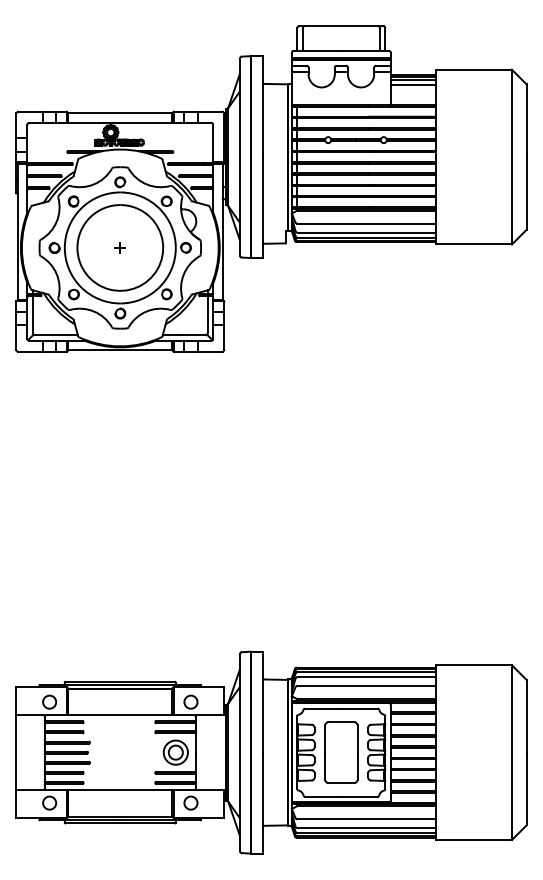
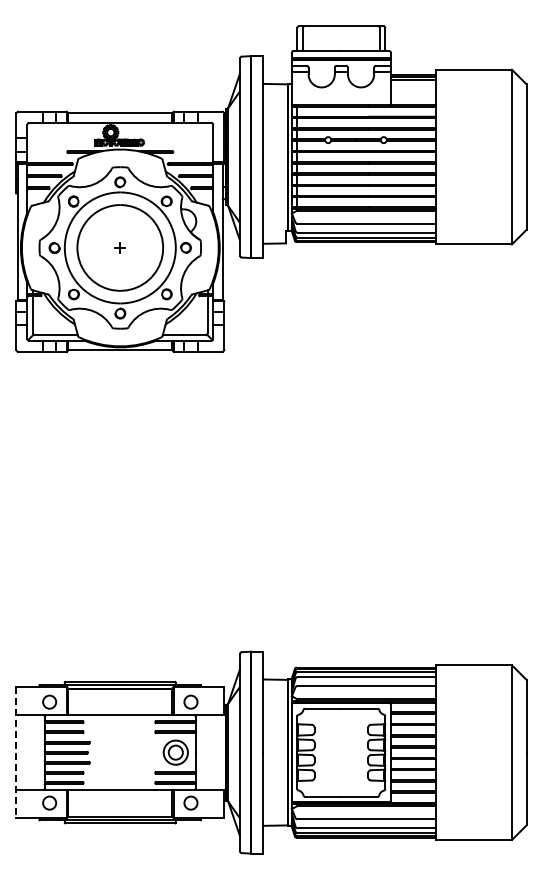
line at (412, 84): present -> none
line at (16, 752): solid -> dashed
part at (341, 752): present -> none
